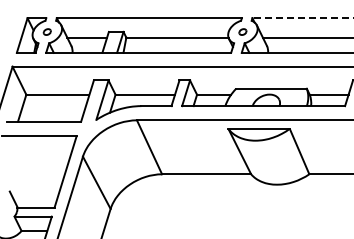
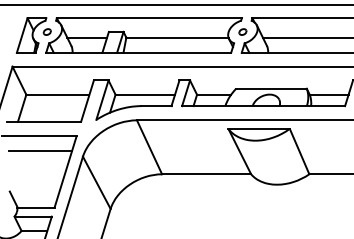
line at (176, 5): none -> present
line at (302, 18): dashed -> solid
line at (40, 150): none -> present
